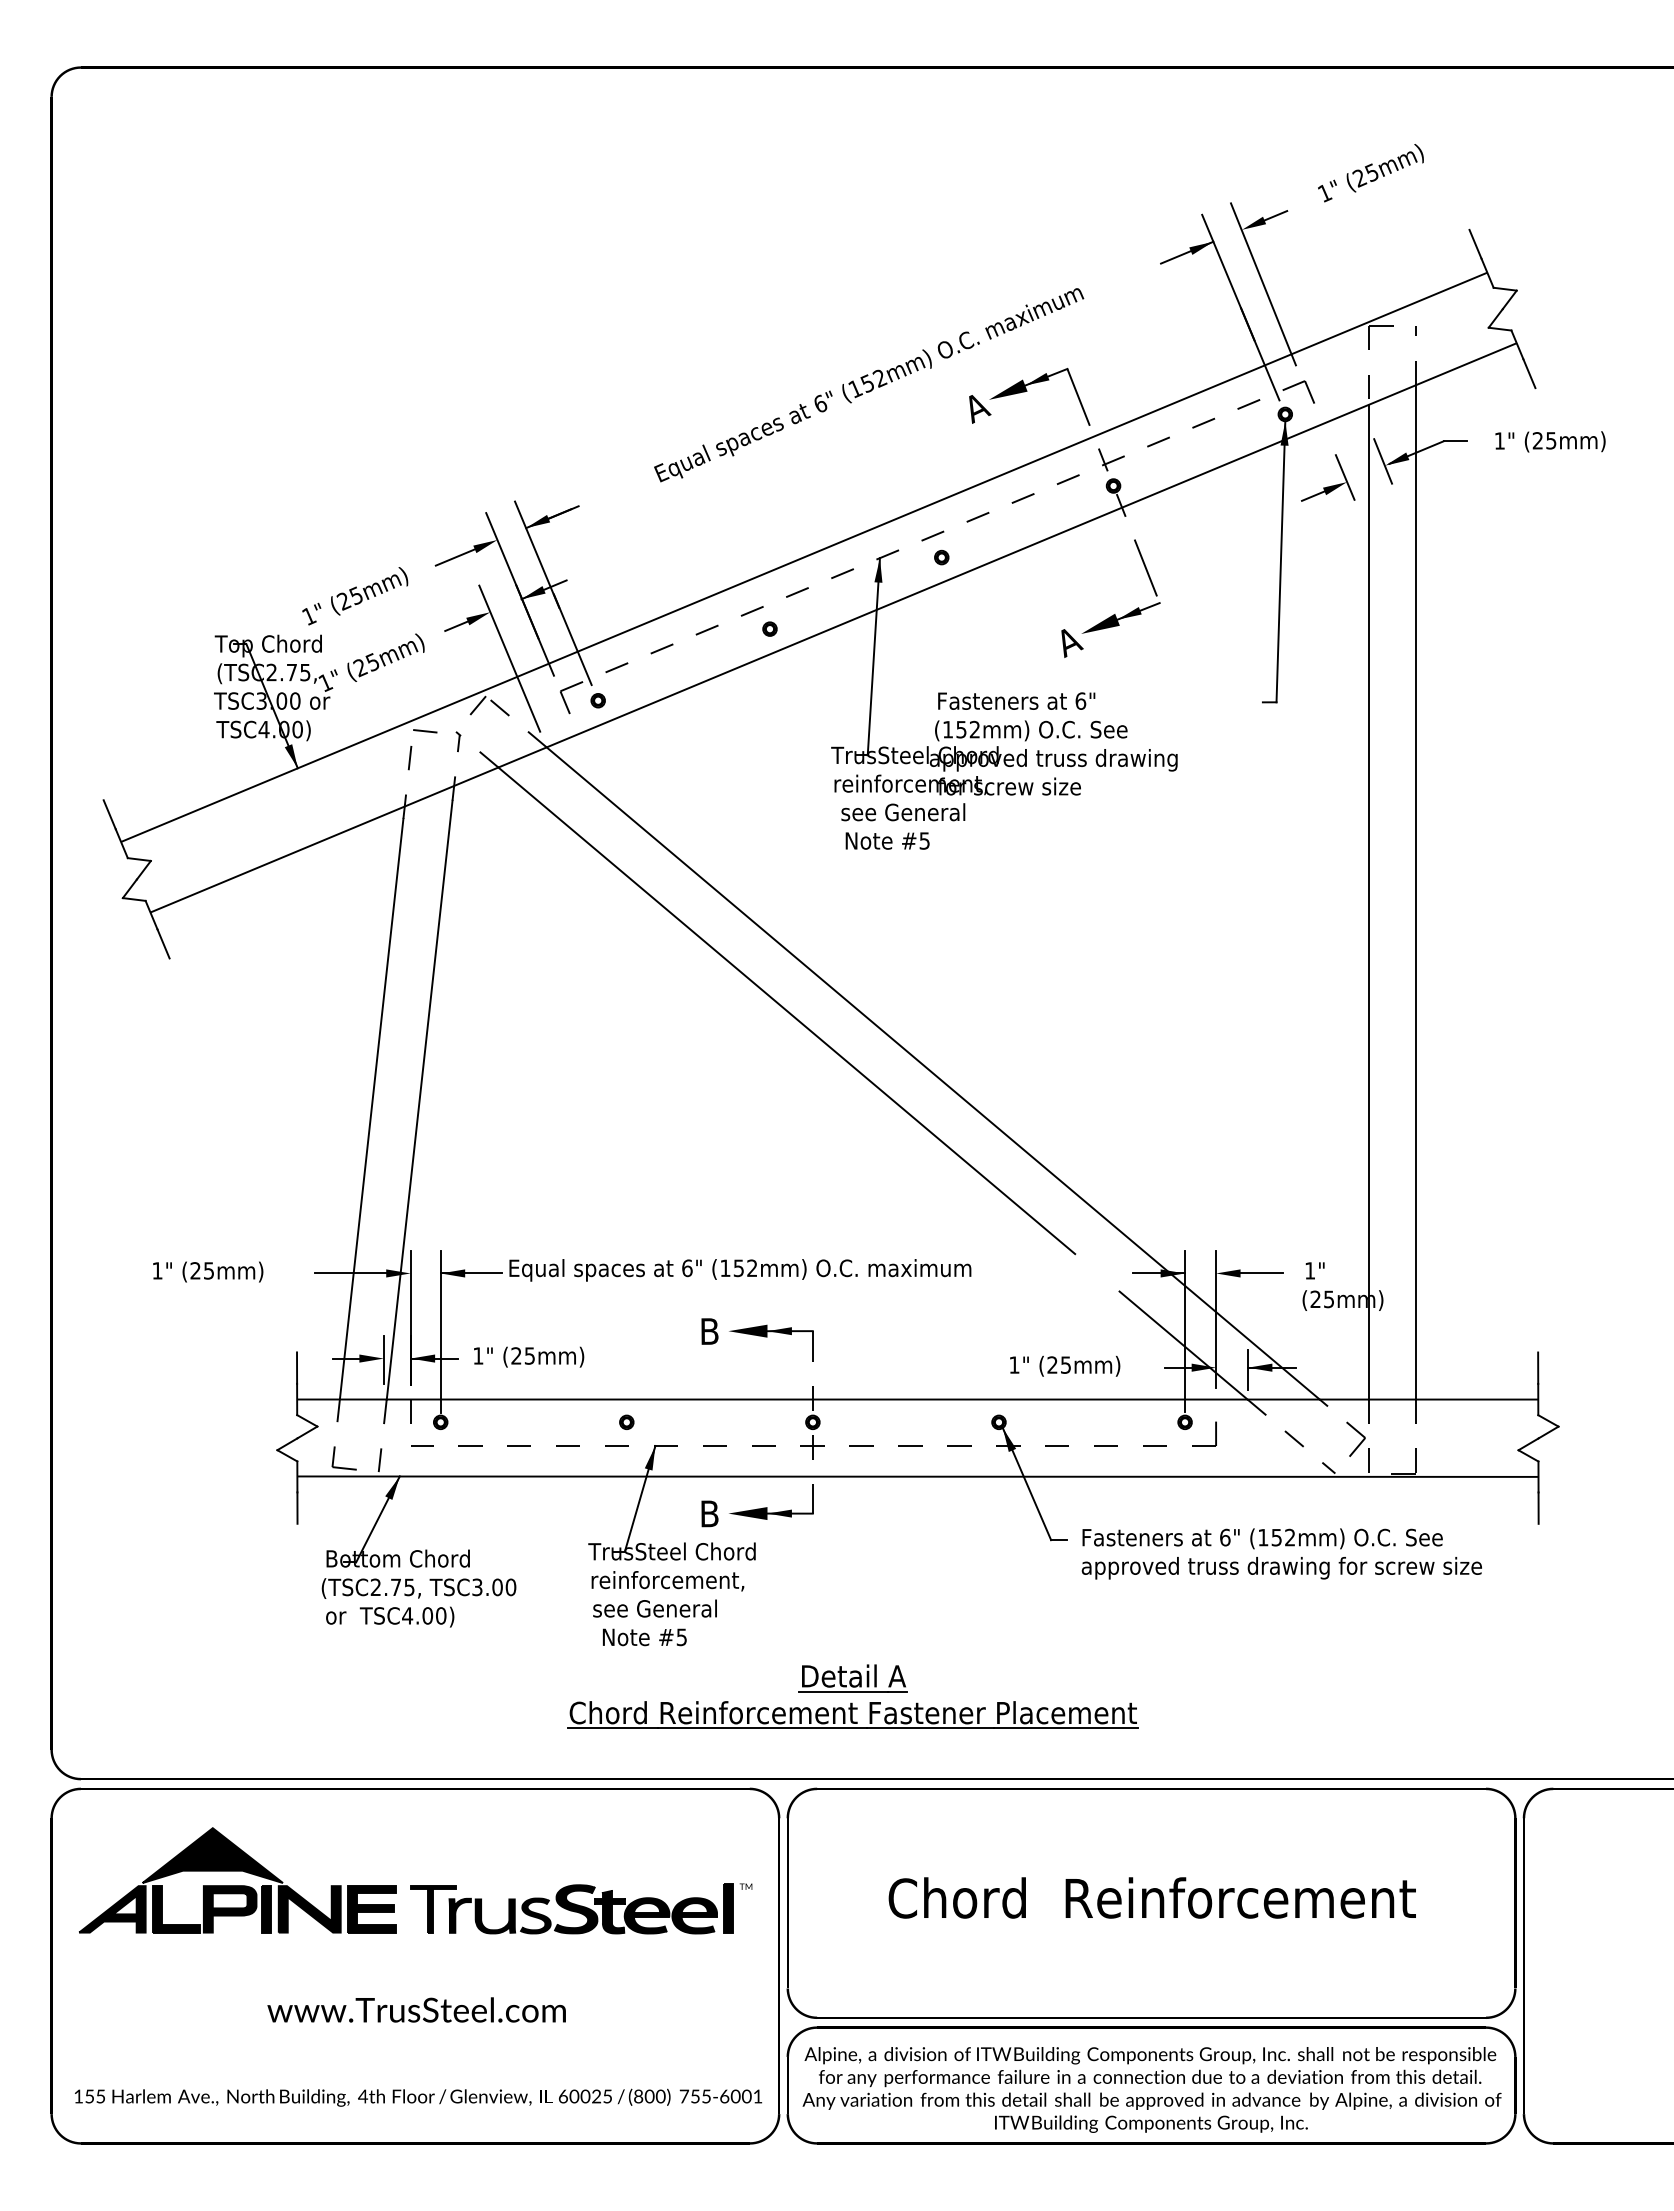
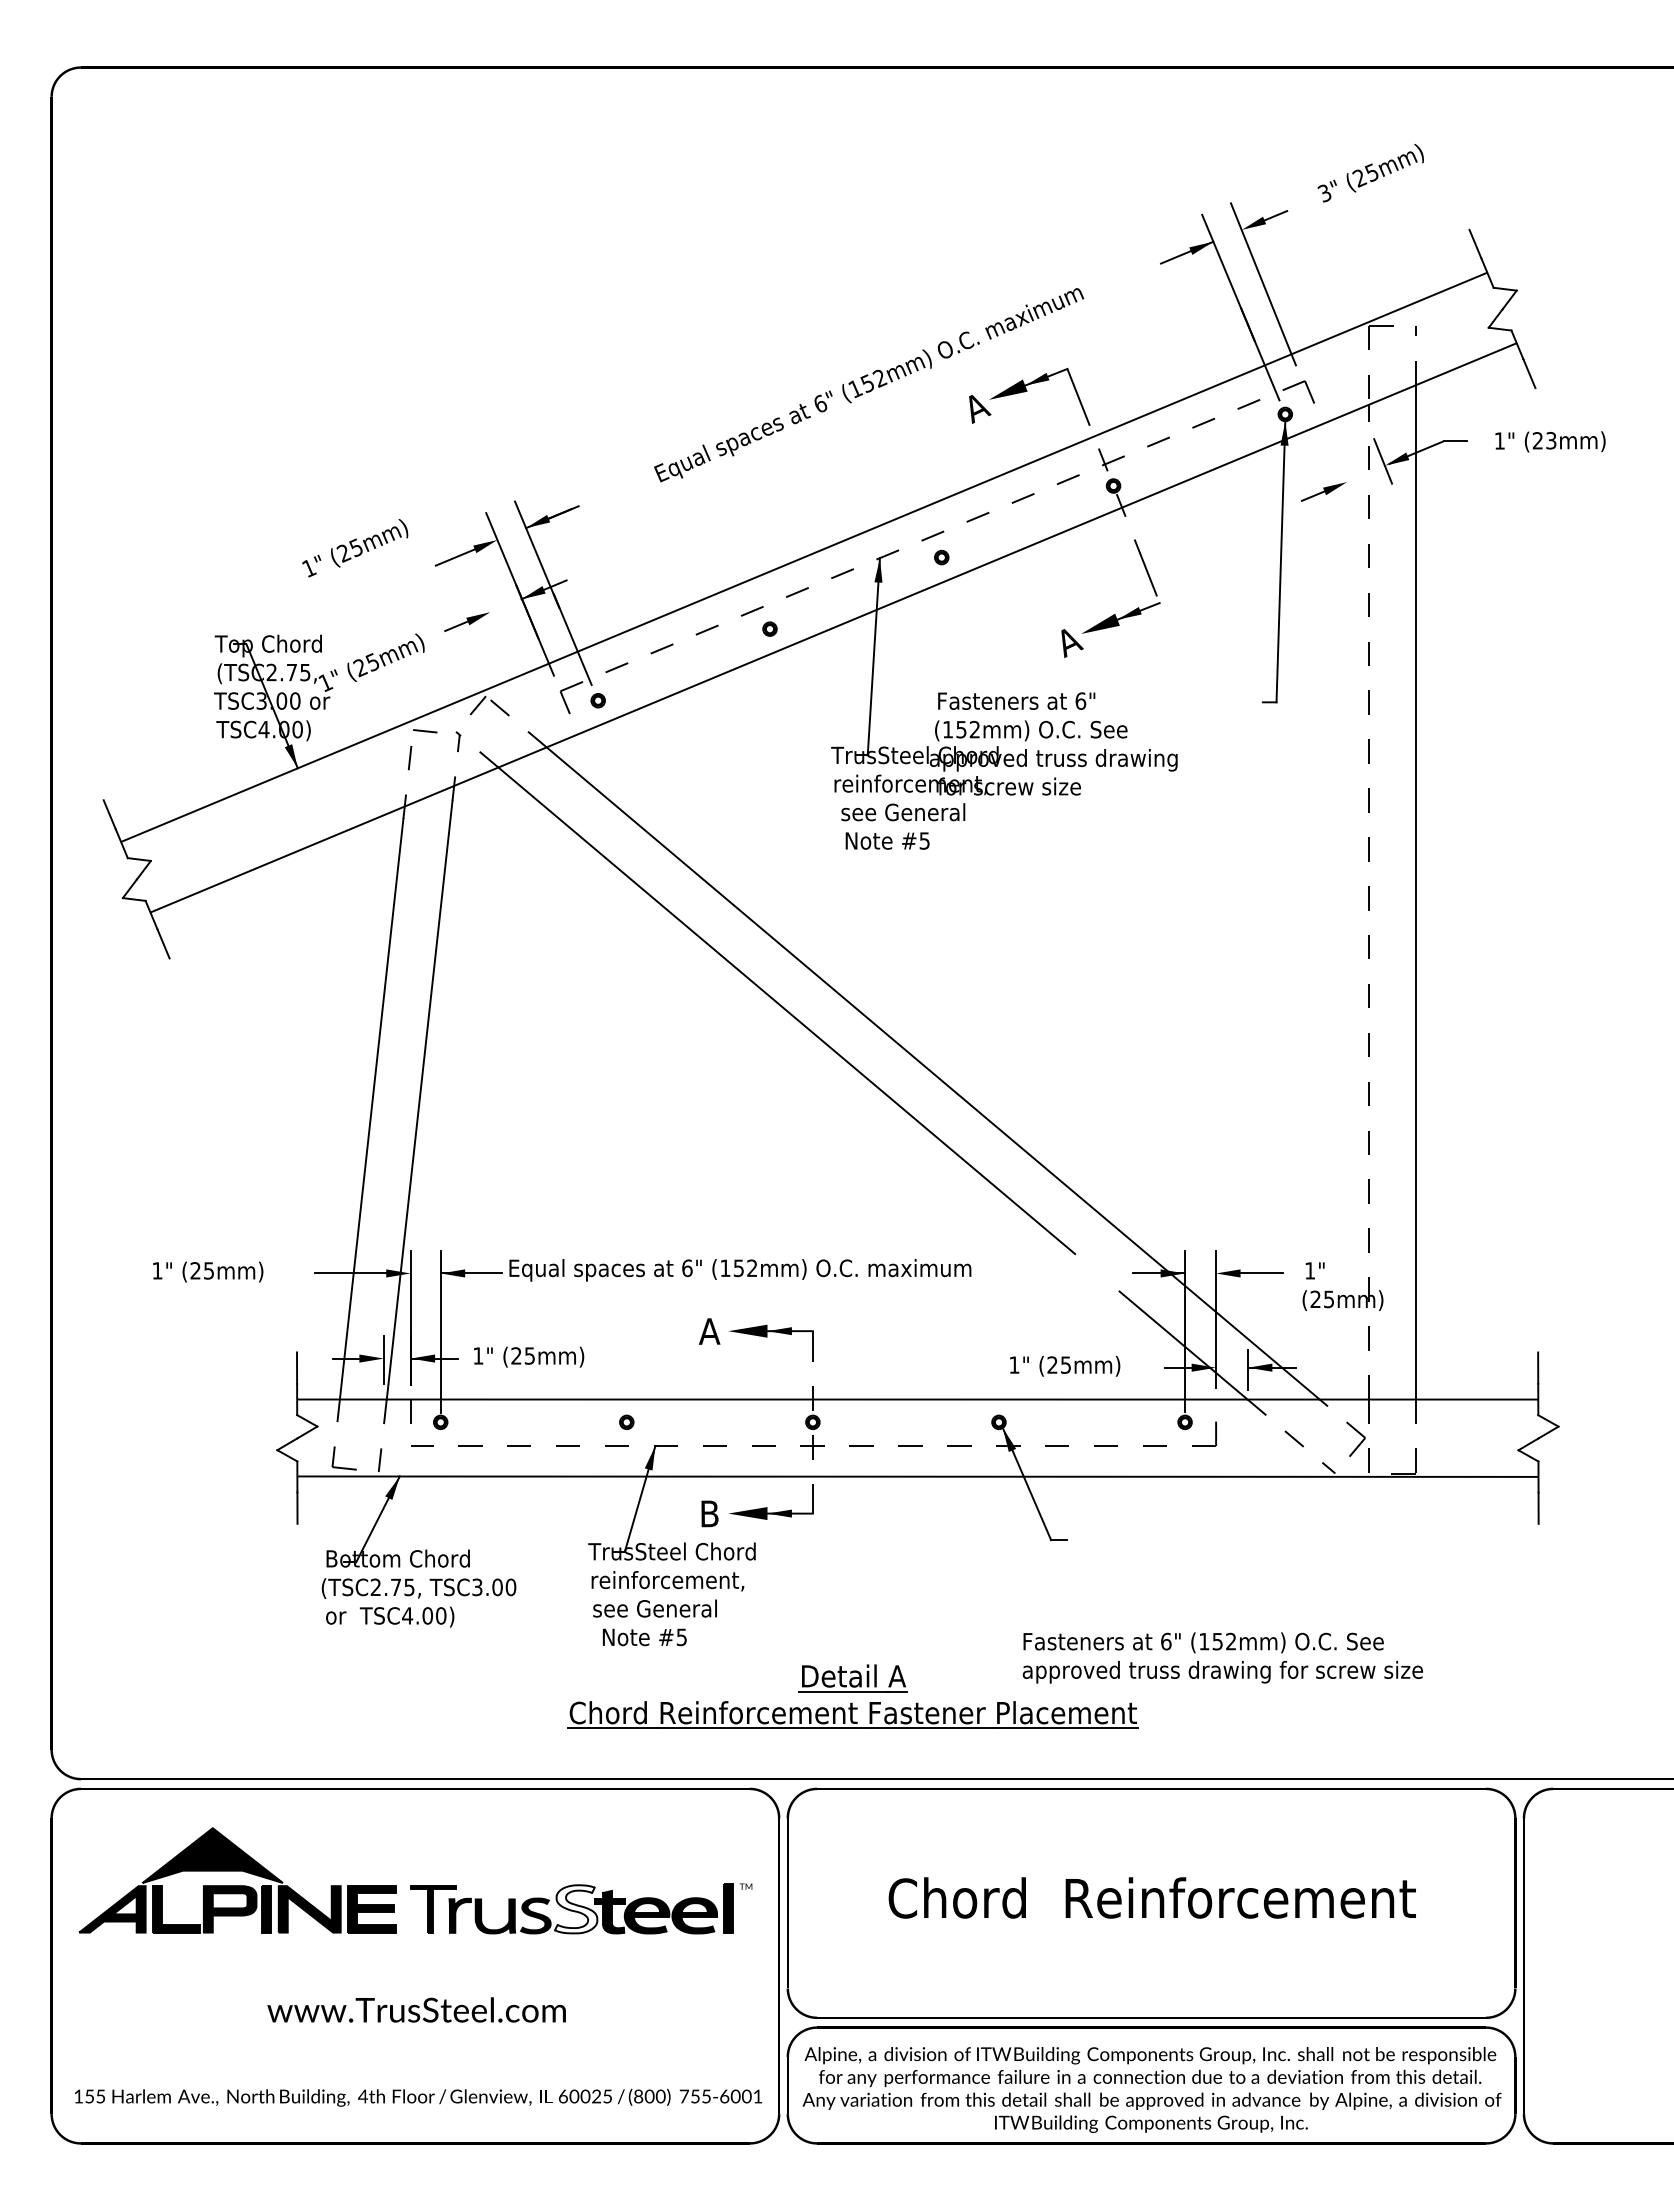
text at (1324, 193): 1" -> 3"
text at (1551, 440): (25mm) -> (23mm)
line at (1344, 477): present -> none
text at (355, 596) position: (355, 596) -> (355, 548)
line at (509, 658): present -> none
line at (1369, 901): solid -> dashed
text at (709, 1331): B -> A
text at (1281, 1553) position: (1281, 1553) -> (1222, 1657)
fill at (576, 1909): present -> none
